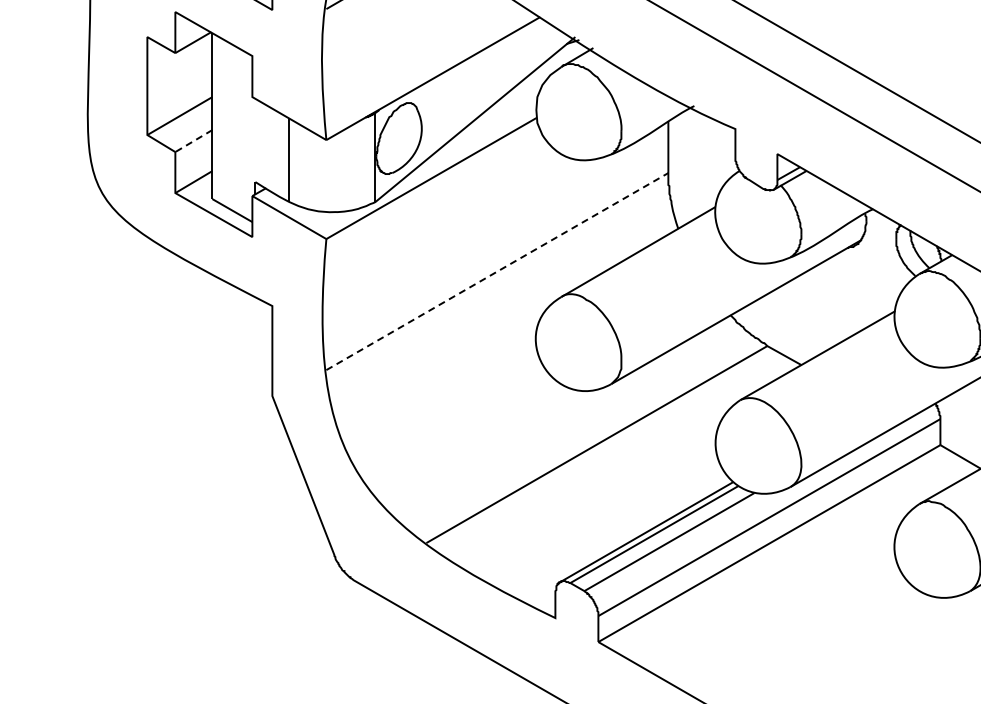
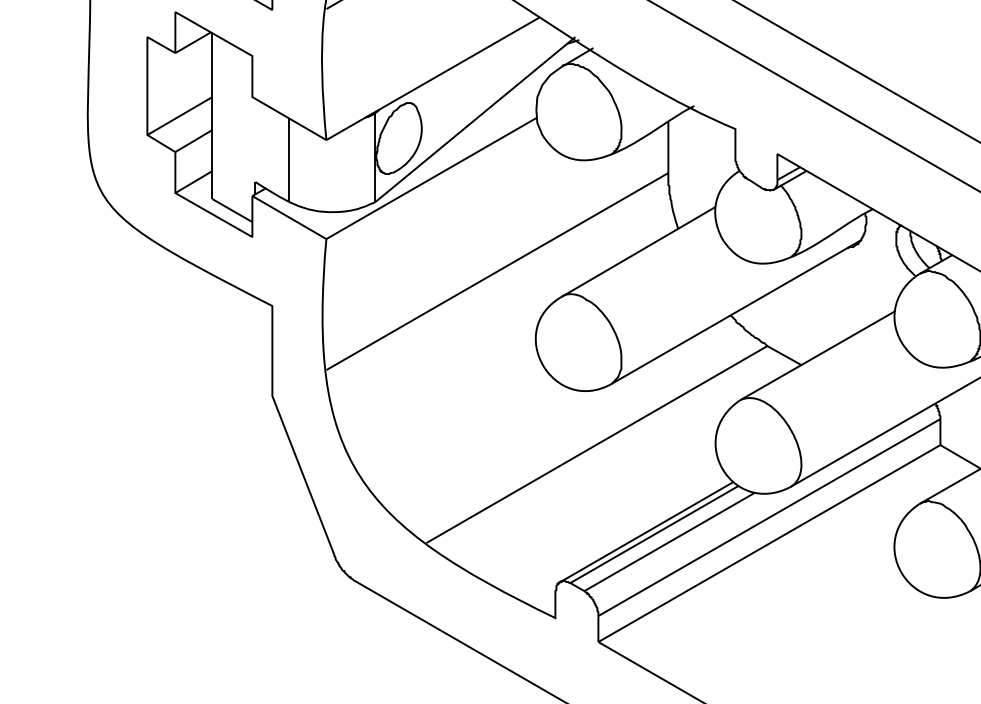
line at (193, 141): dashed -> solid
line at (497, 271): dashed -> solid
